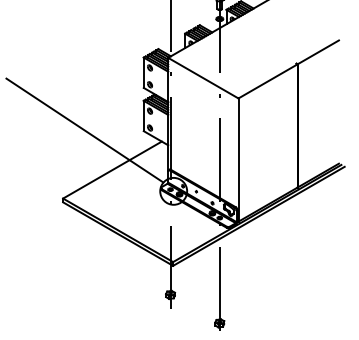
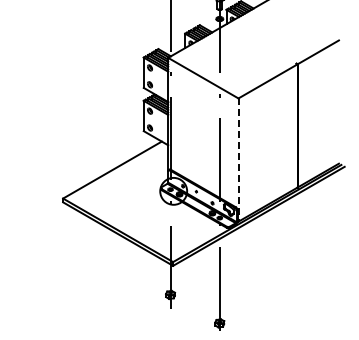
line at (84, 130): present -> none
line at (238, 160): solid -> dashed
